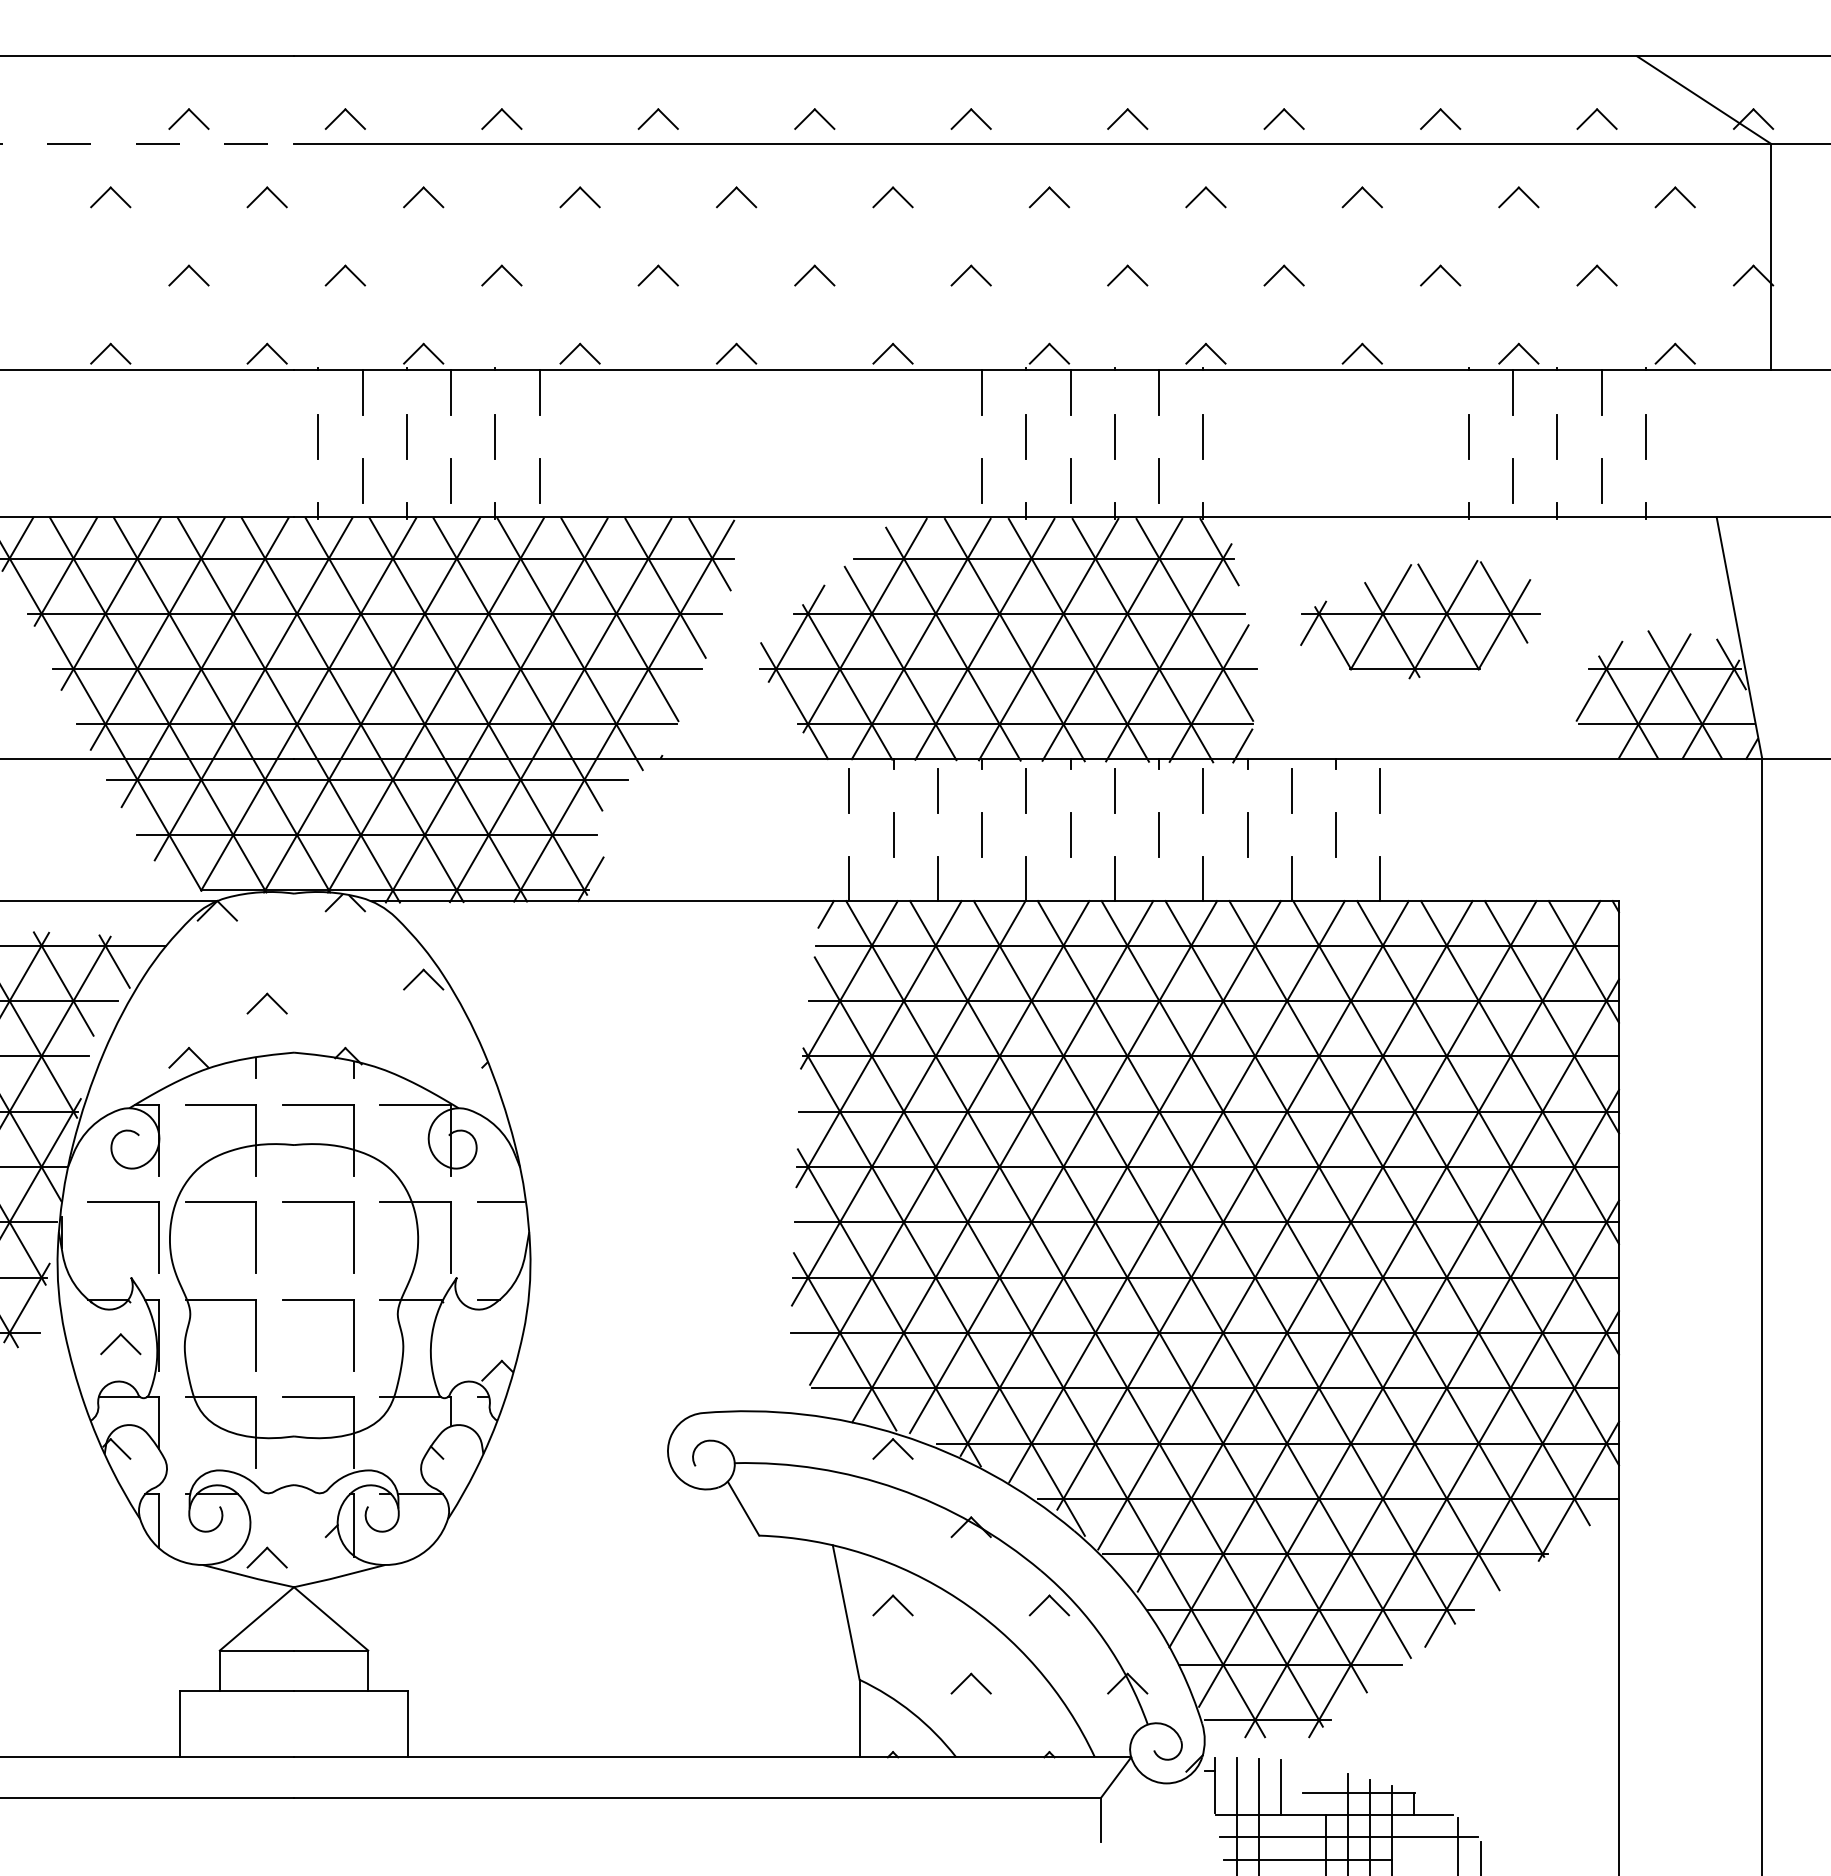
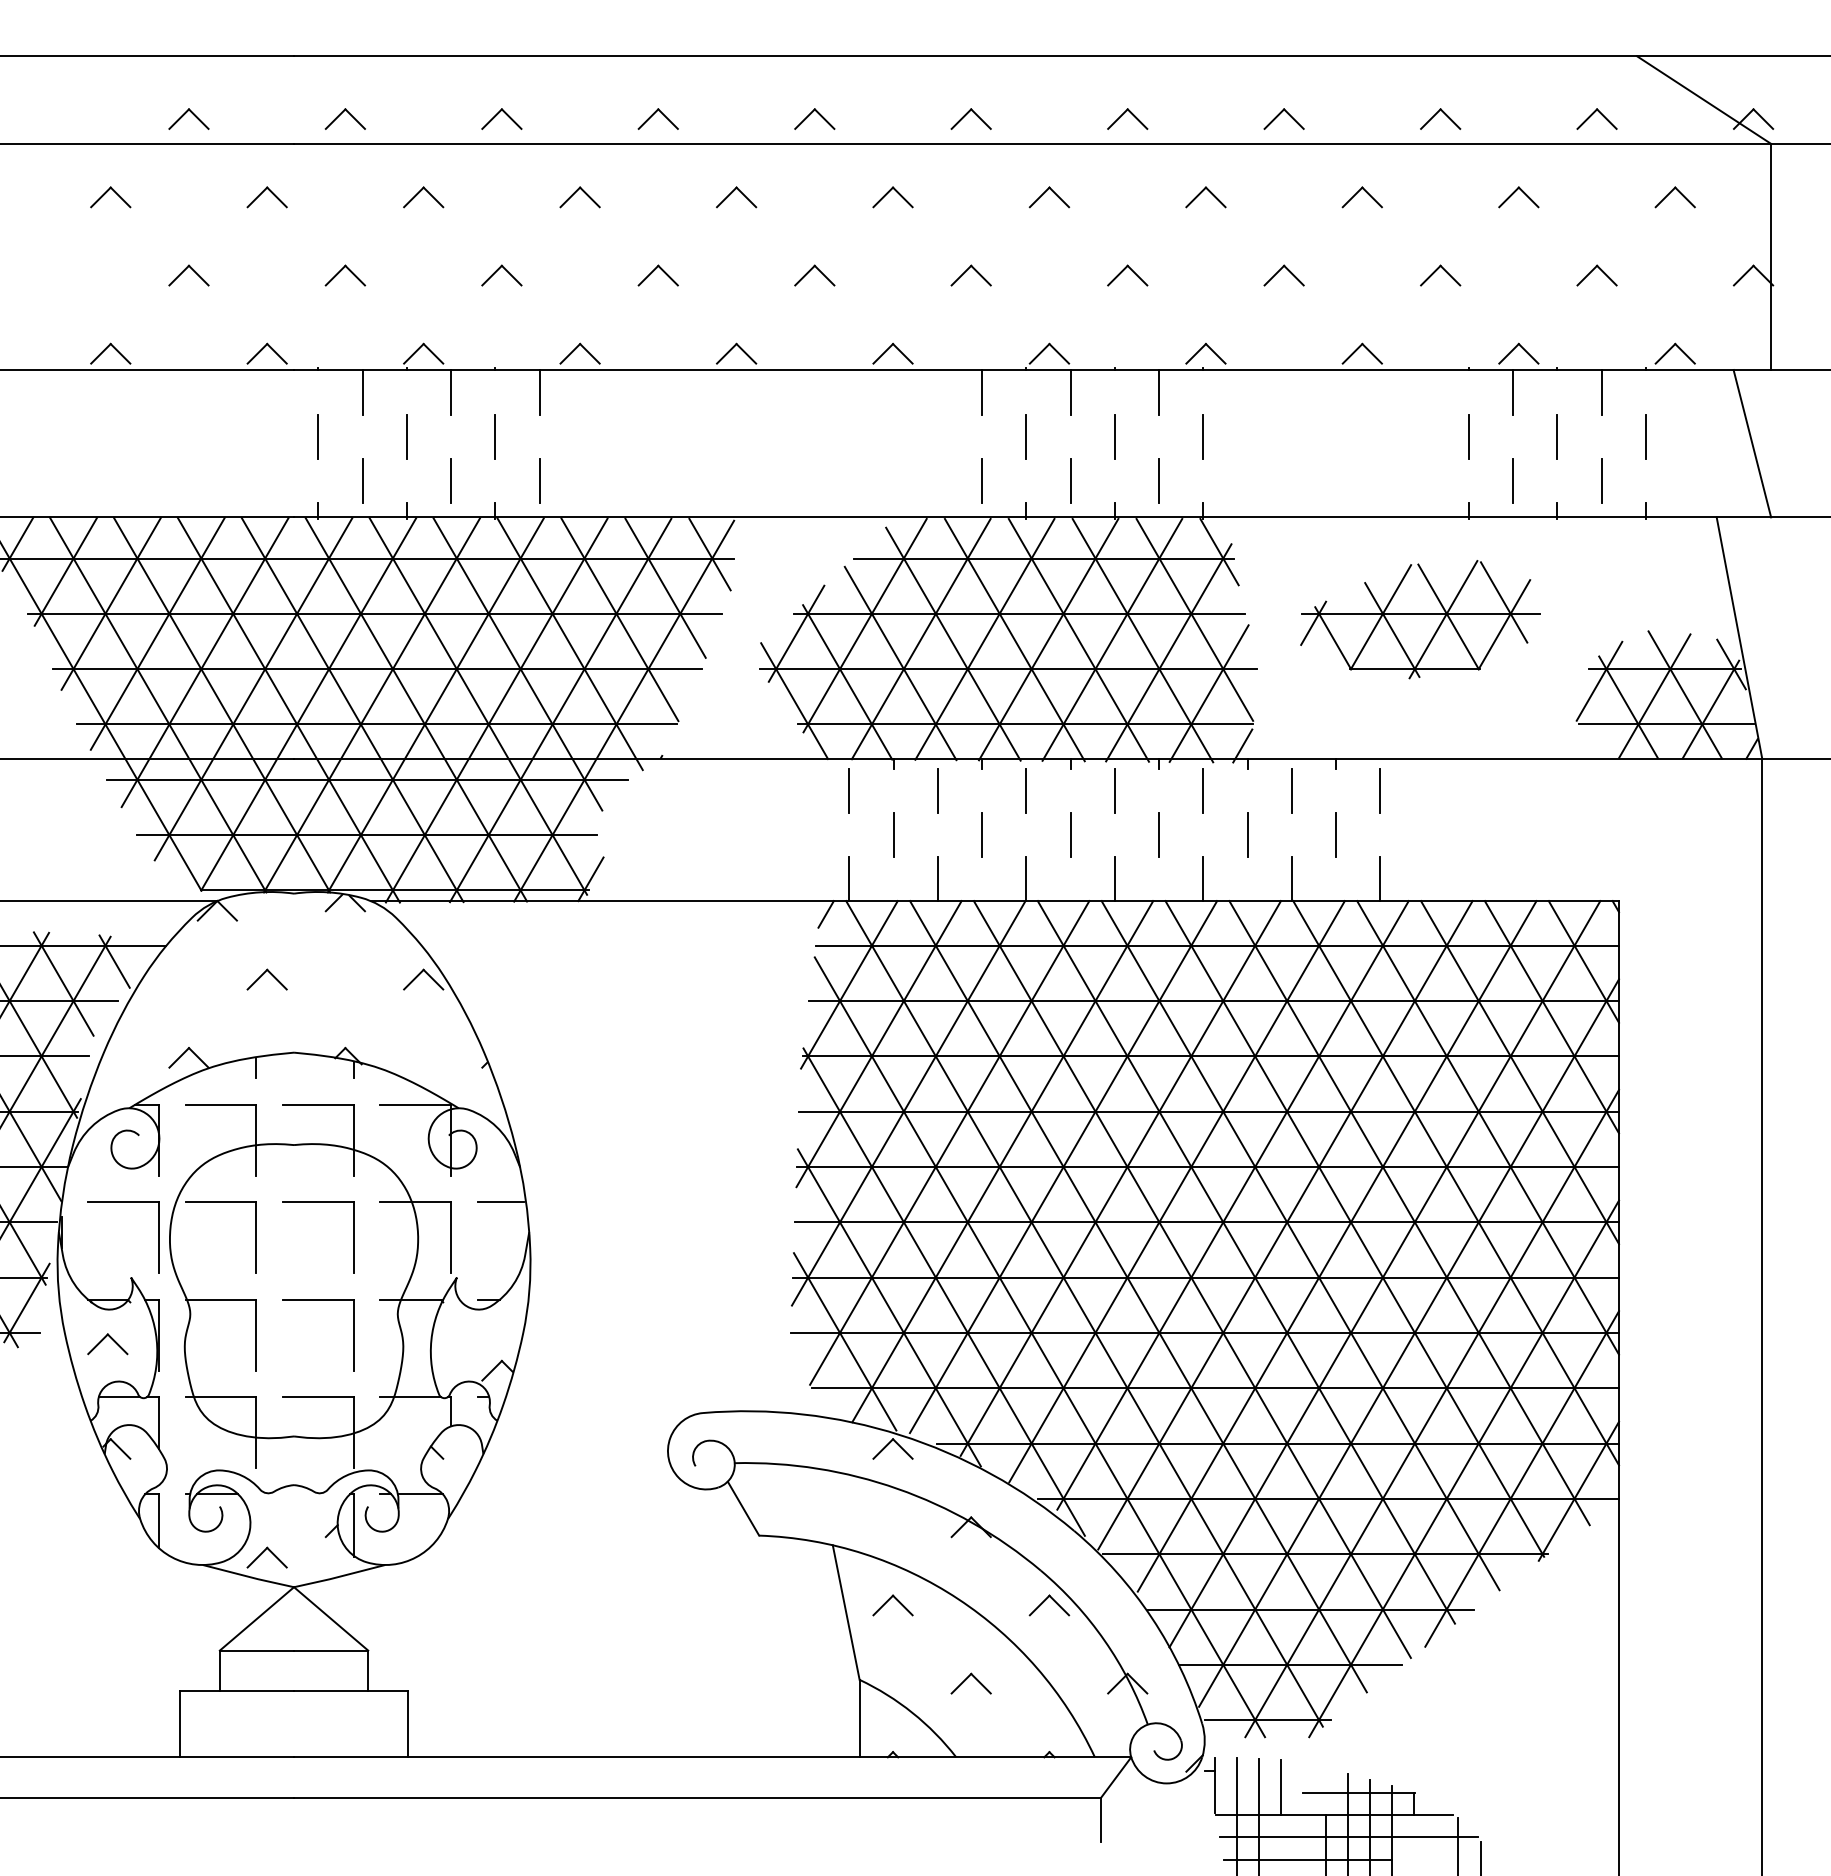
line at (147, 143): dashed -> solid
line at (1752, 443): none -> present
part at (266, 1003) position: (266, 1003) -> (266, 979)
part at (120, 1344) position: (120, 1344) -> (107, 1344)
